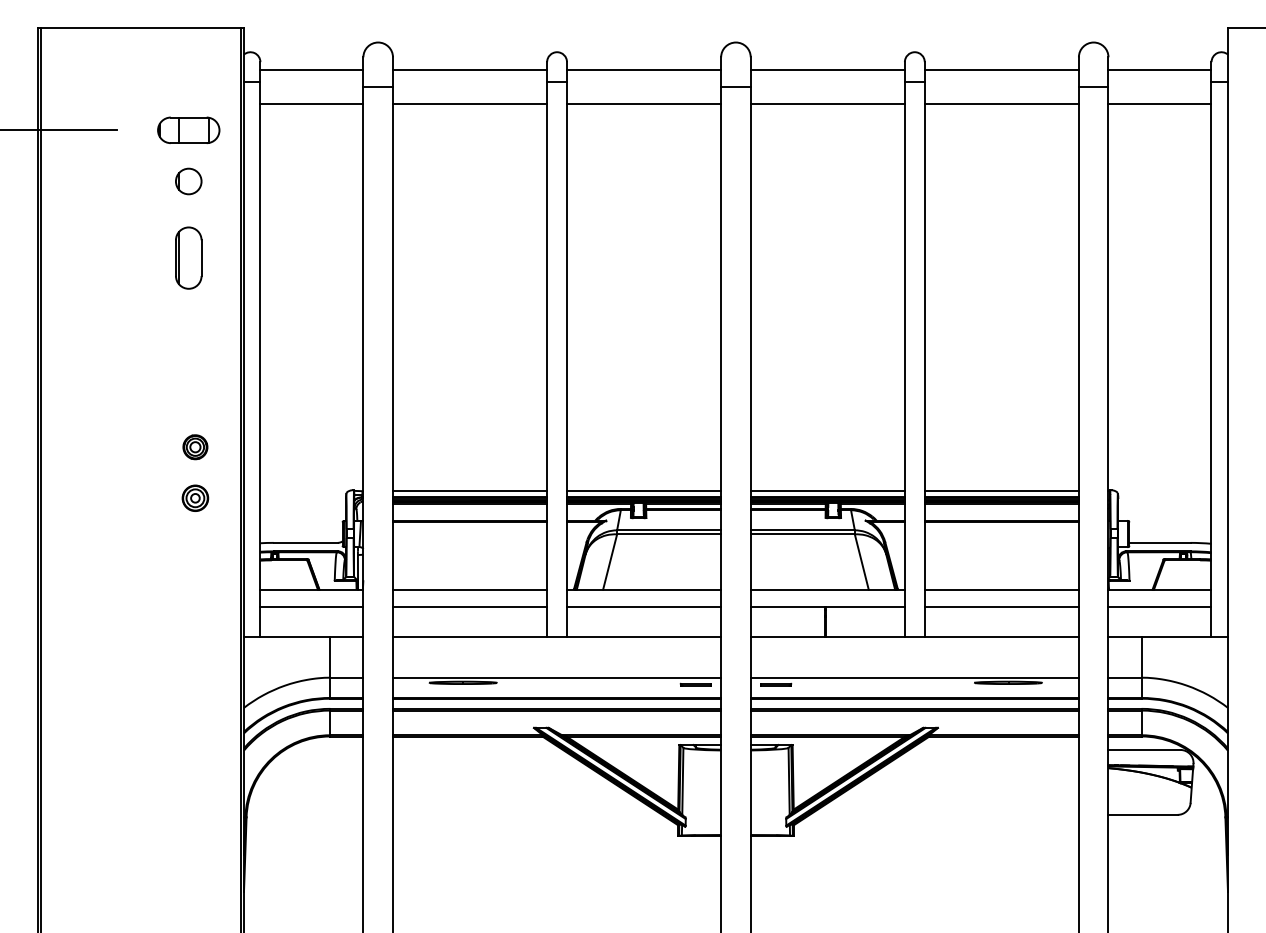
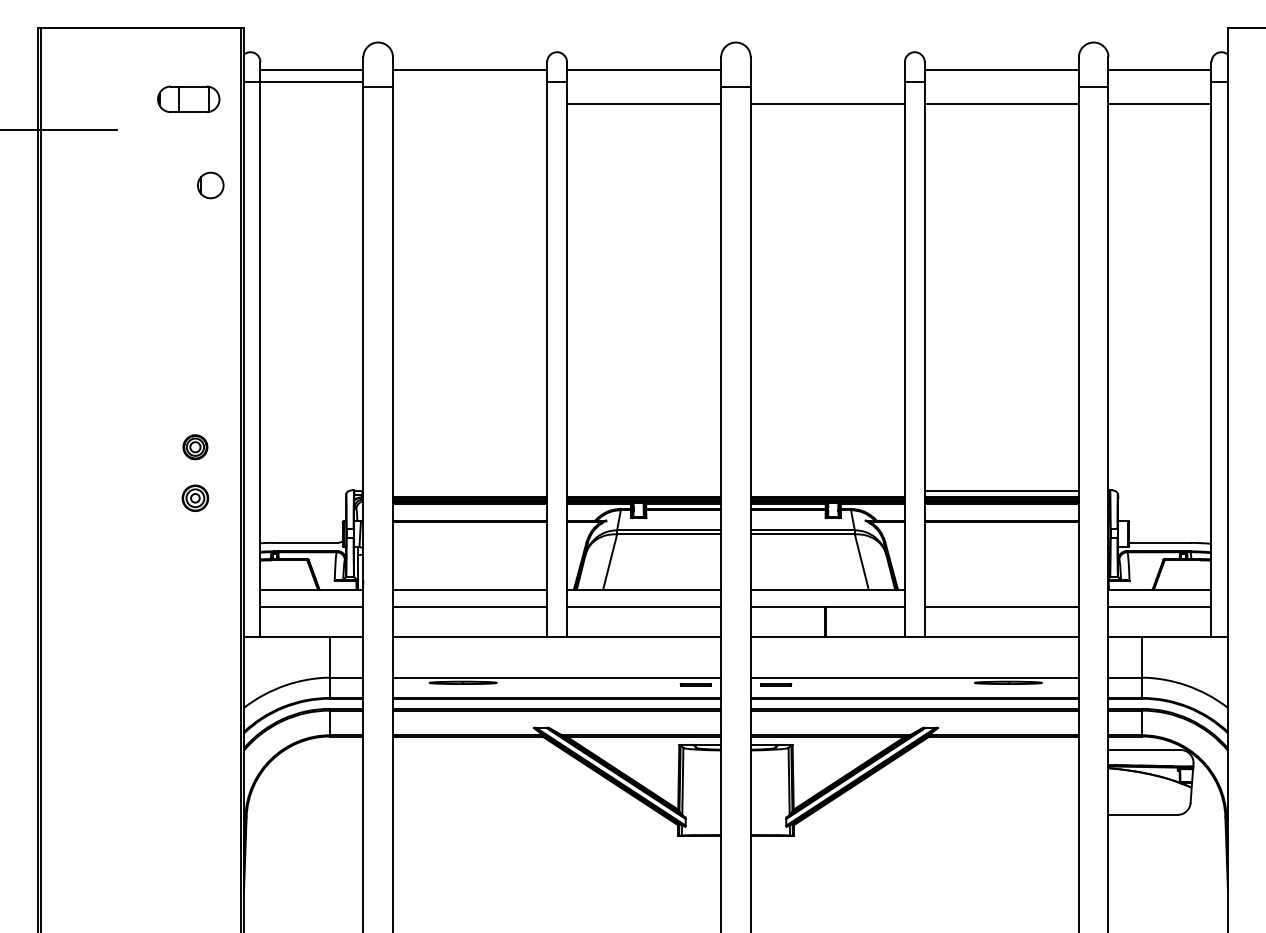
line at (827, 69): present -> none
line at (311, 104) position: (311, 104) -> (311, 82)
line at (470, 104): present -> none
part at (188, 129) position: (188, 129) -> (188, 98)
part at (188, 181) position: (188, 181) -> (210, 185)
part at (188, 257): present -> none
line at (470, 491): present -> none
line at (644, 491): present -> none
line at (827, 491): present -> none
line at (1001, 589): present -> none
